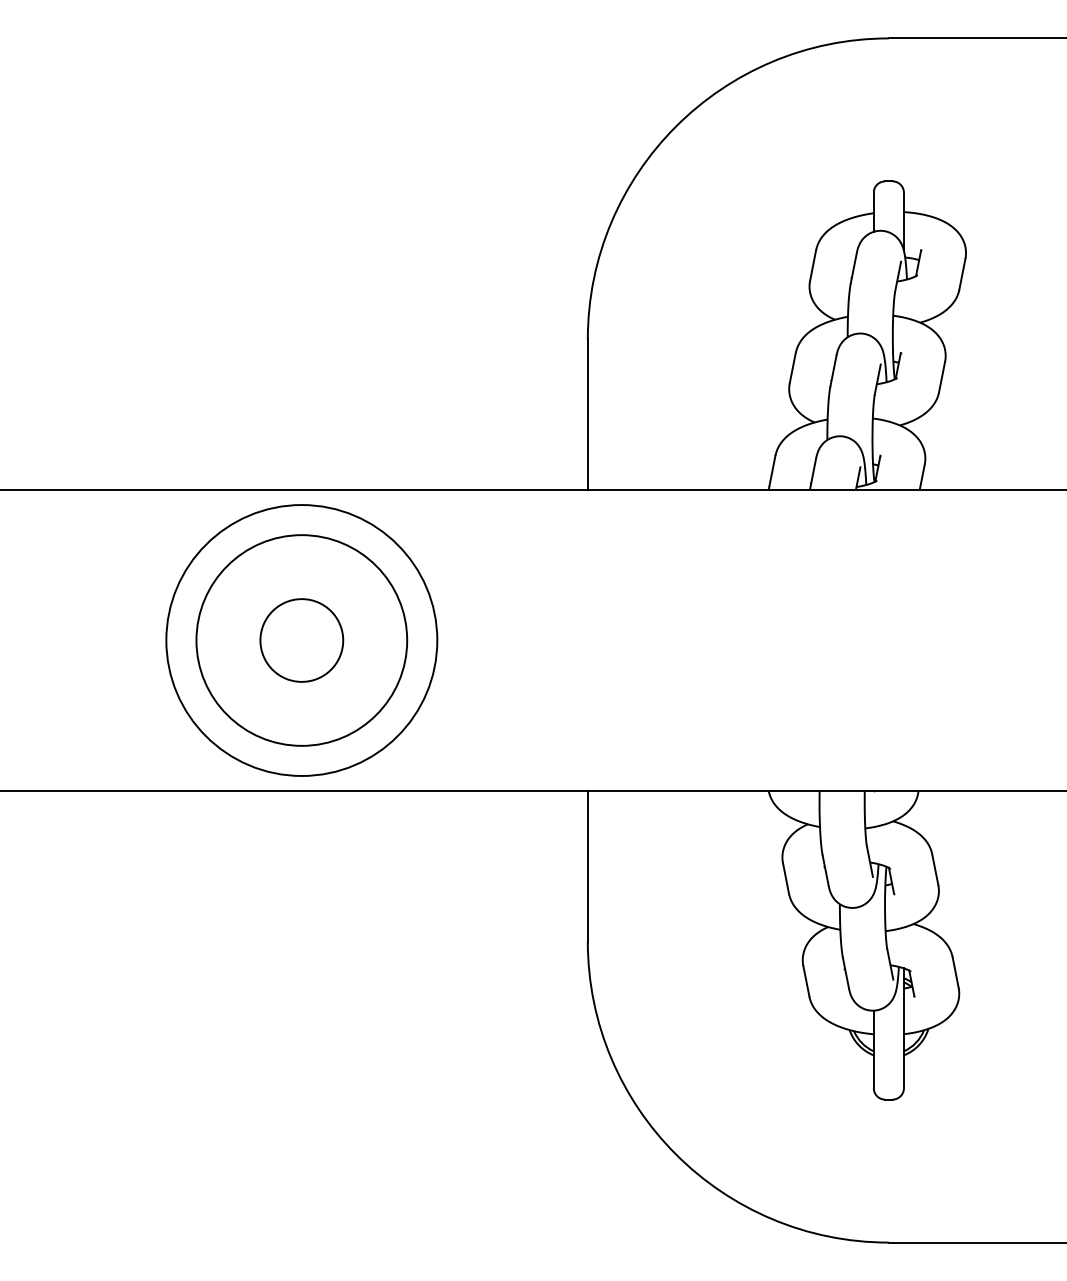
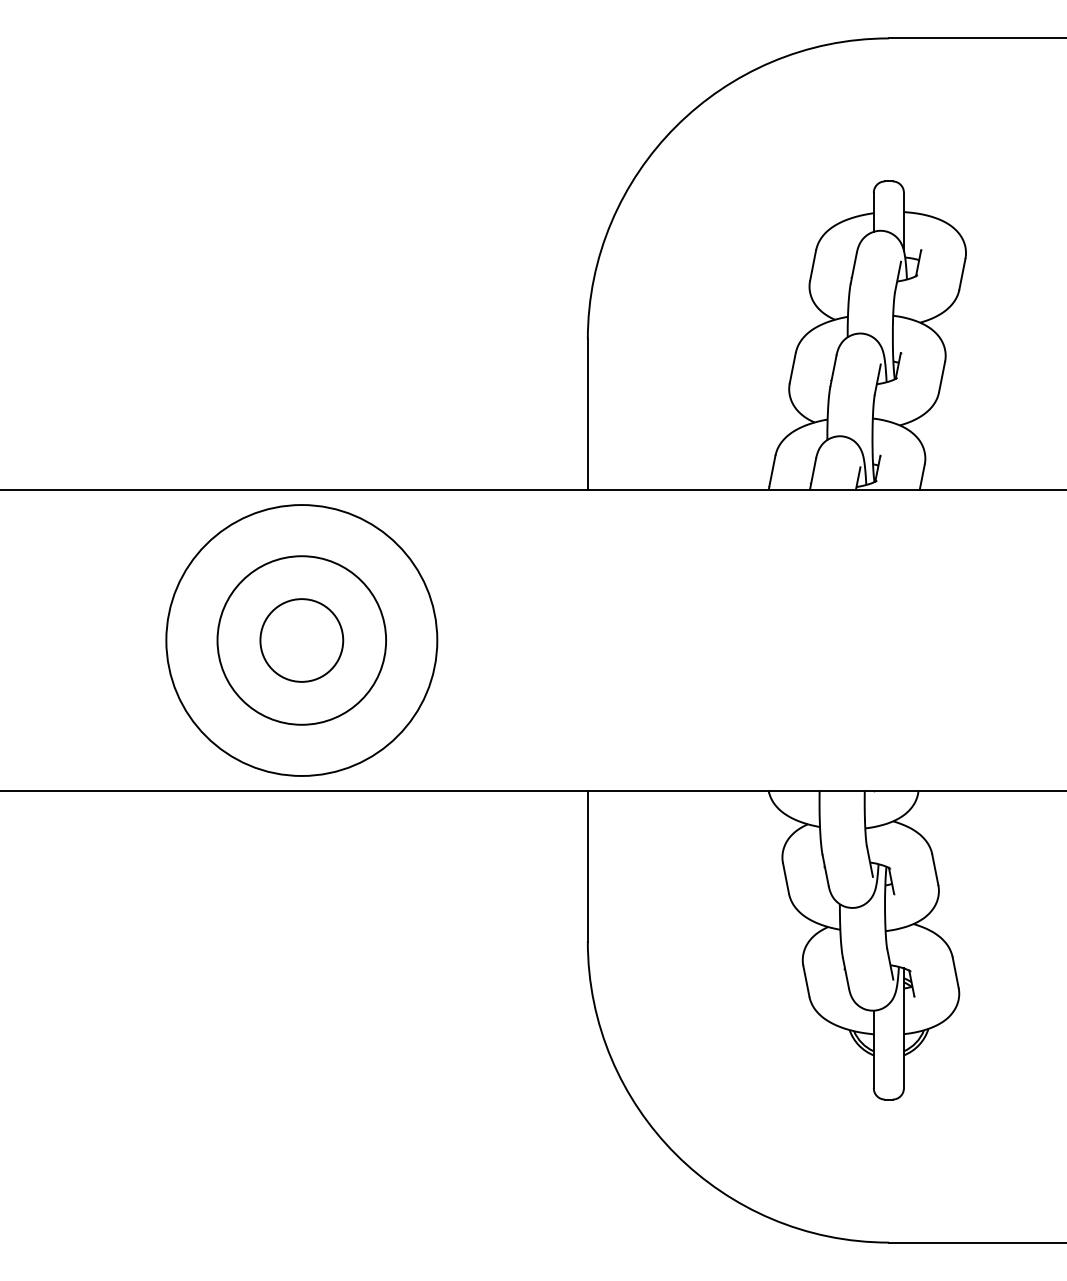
circle at (301, 640) diameter: 211 px -> 169 px
